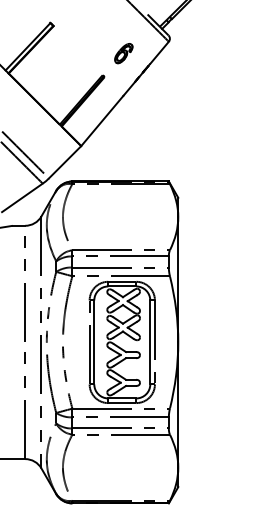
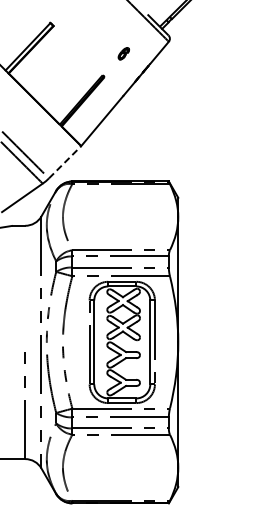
part at (123, 53) size: 20x22 px -> 13x14 px
line at (65, 162): solid -> dashed
line at (24, 288): present -> none
